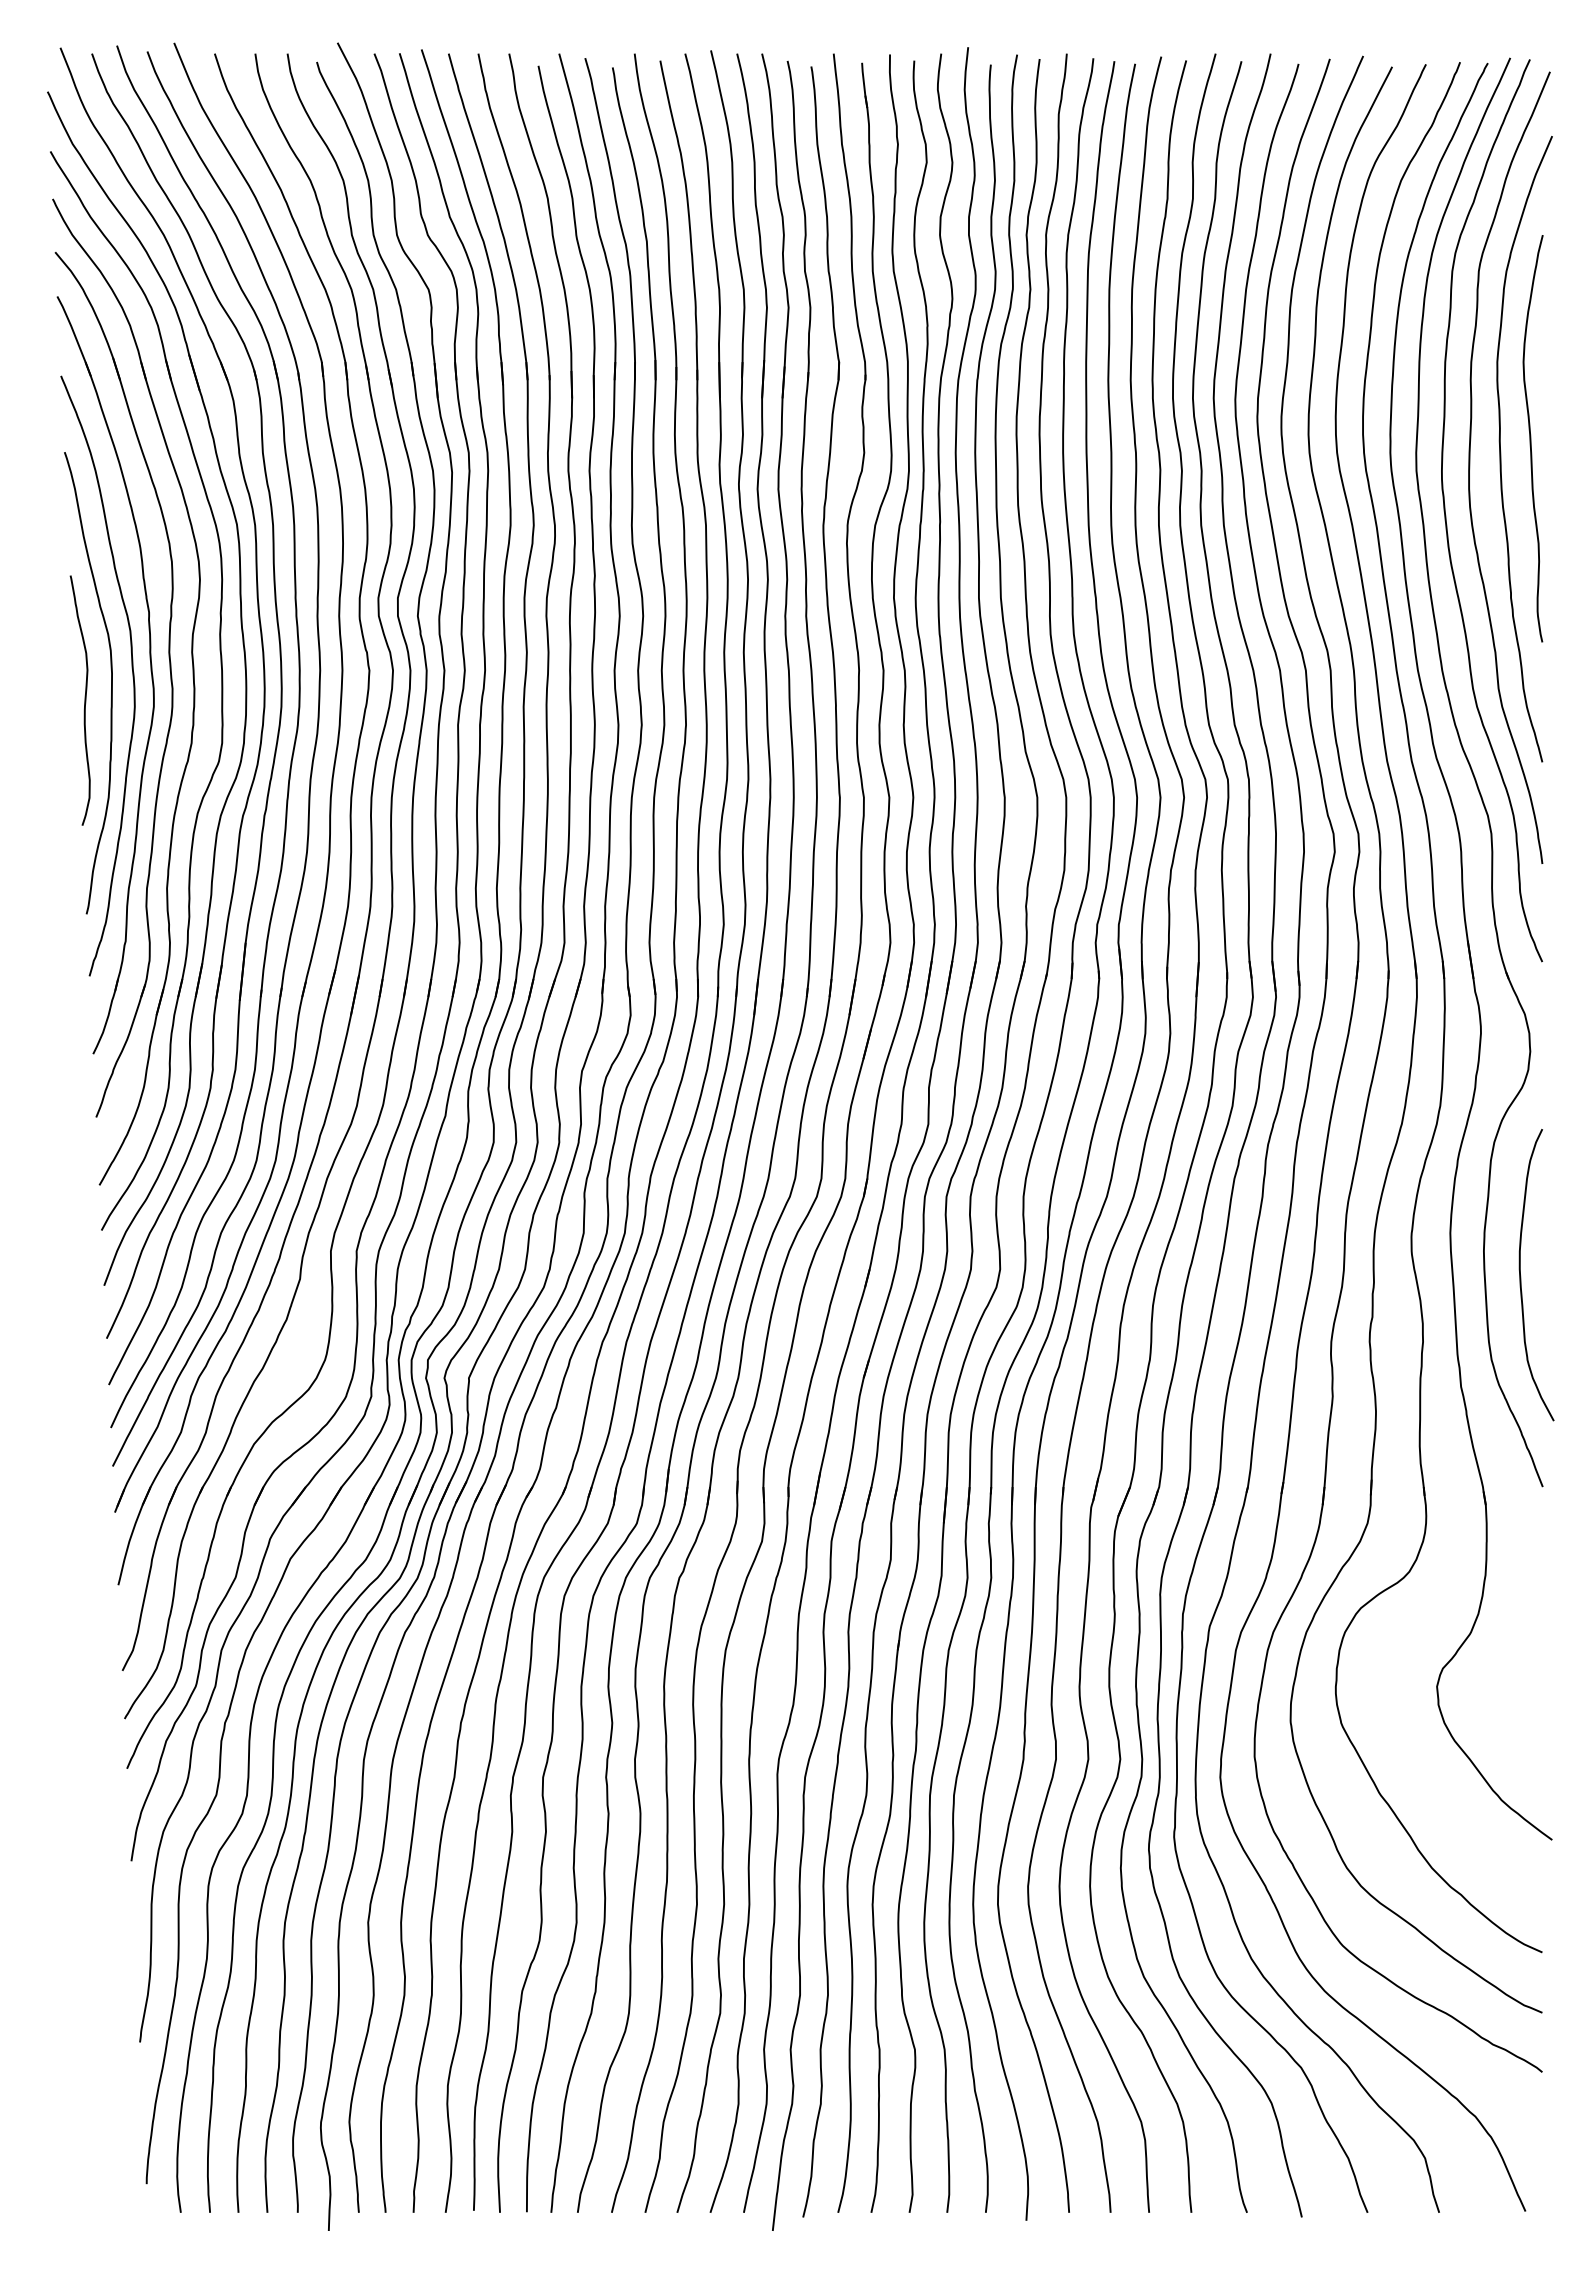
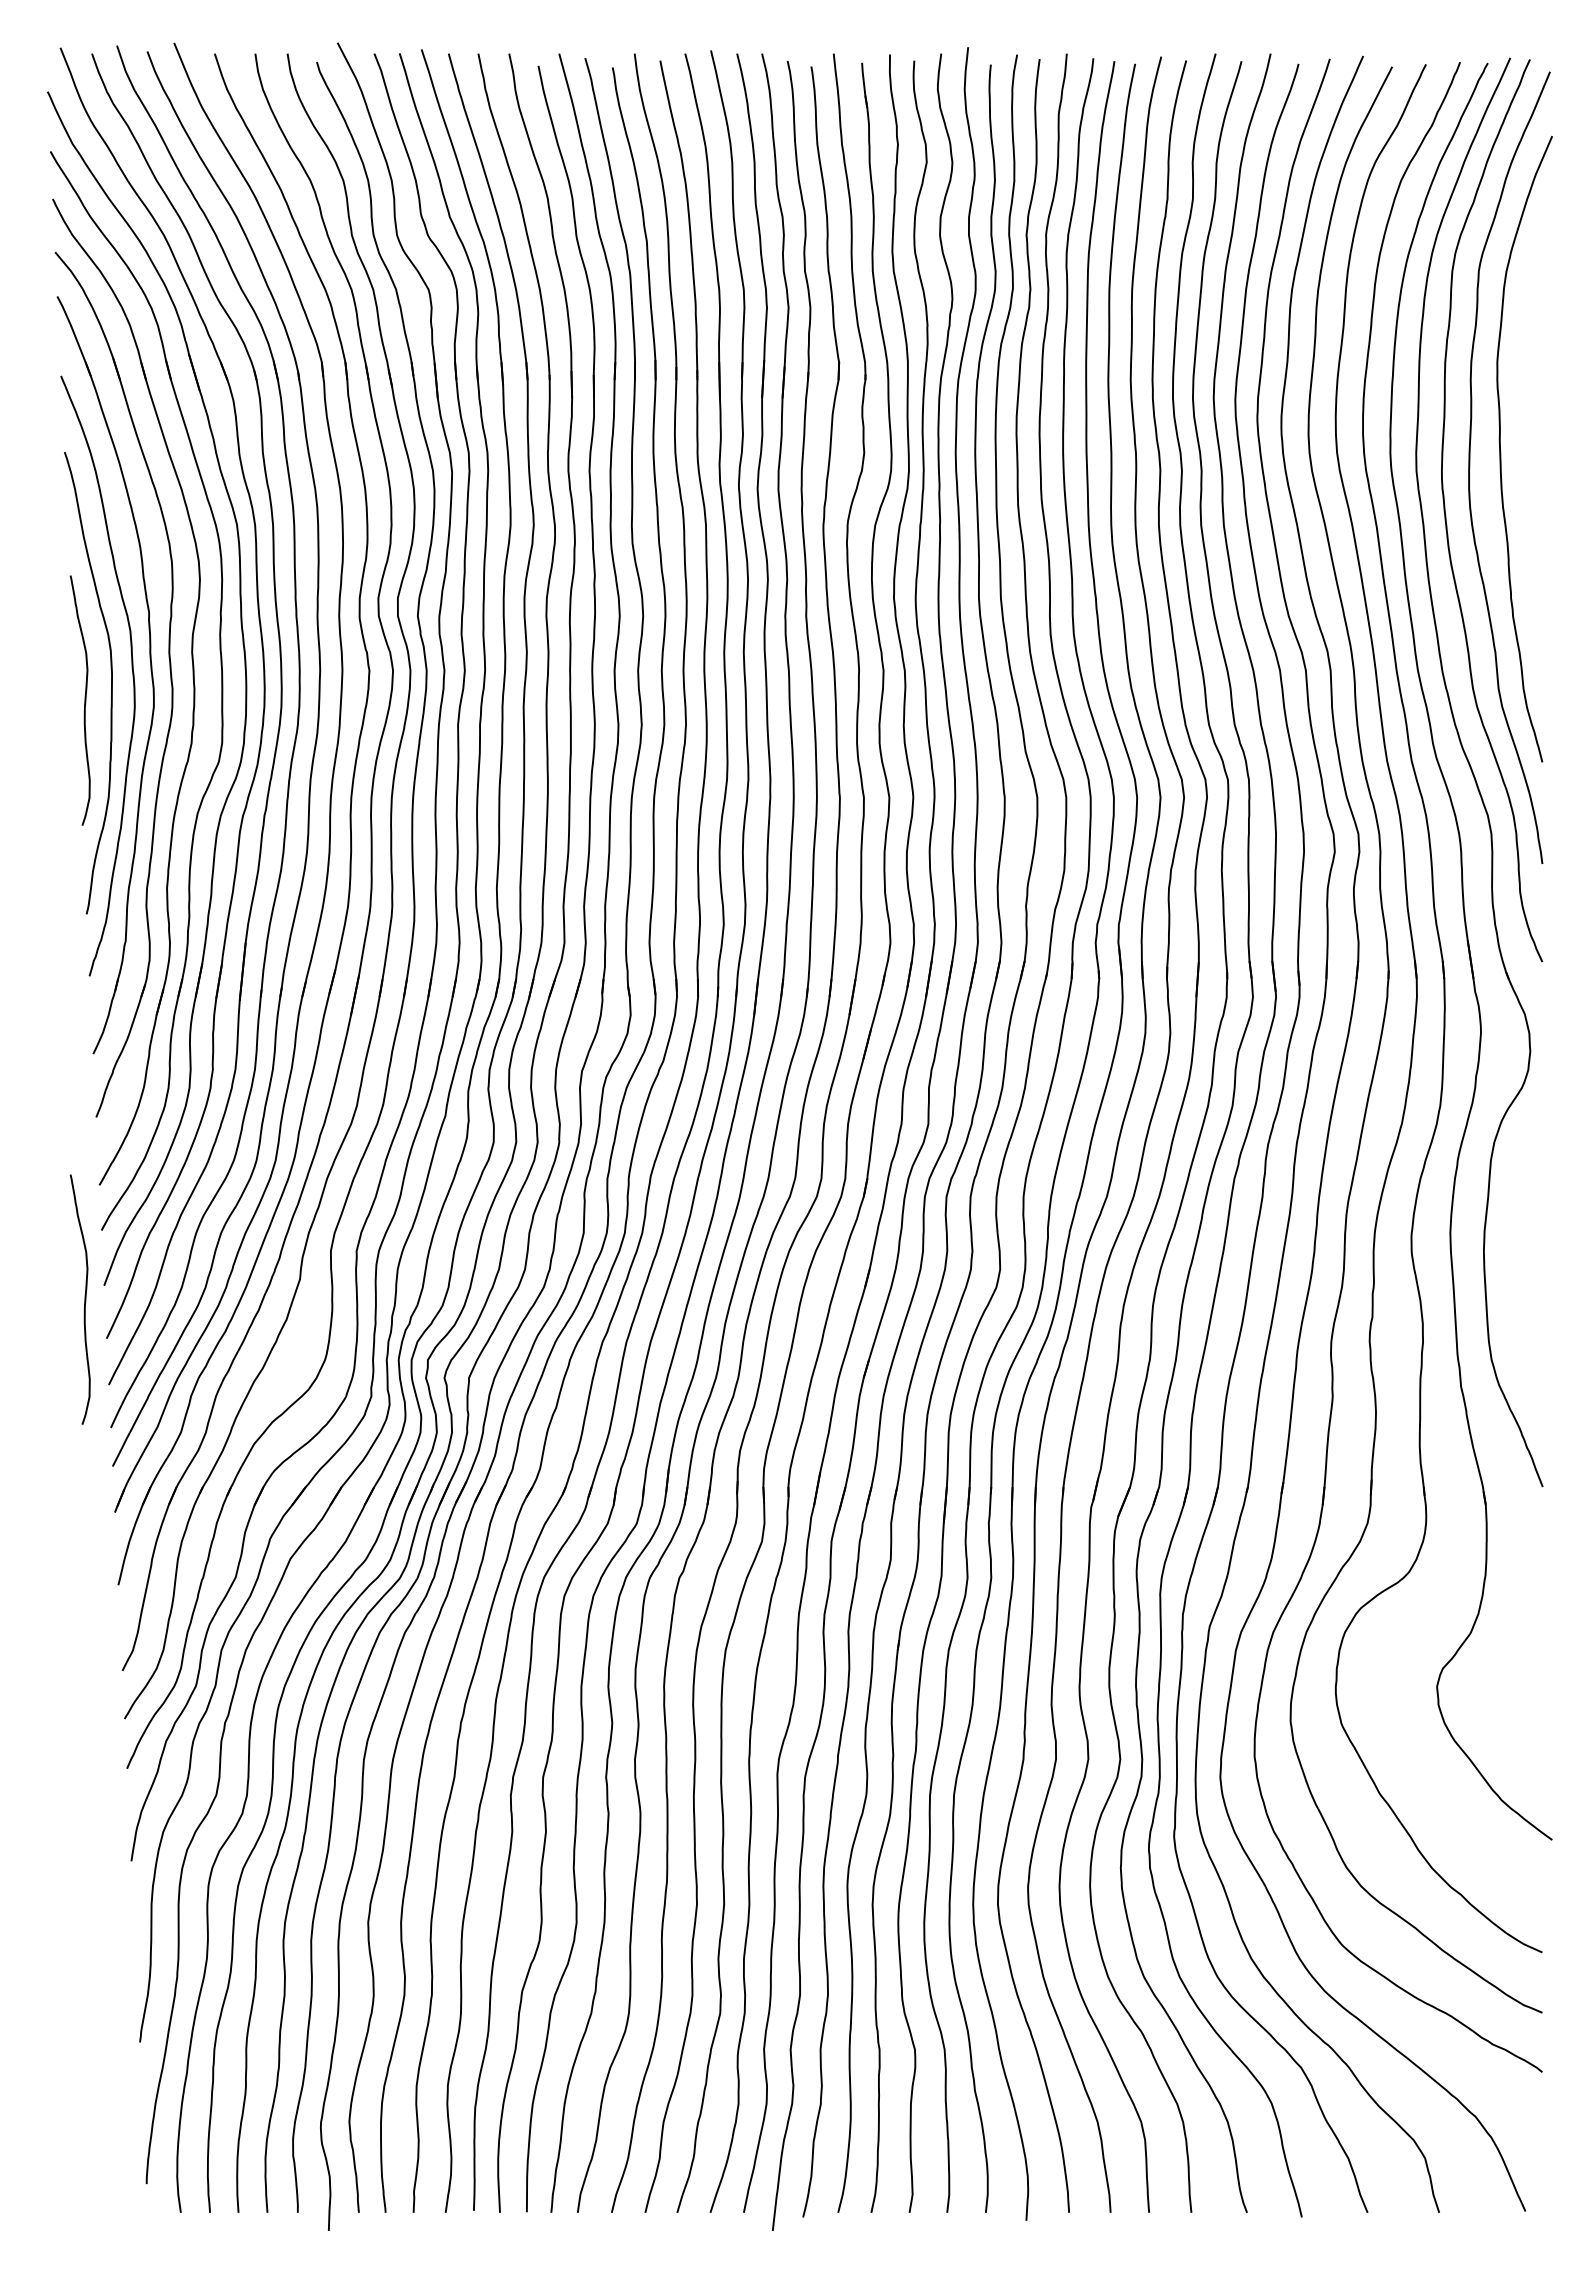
curve at (1531, 438): present -> none
curve at (1521, 1276): present -> none
curve at (84, 1299): none -> present
